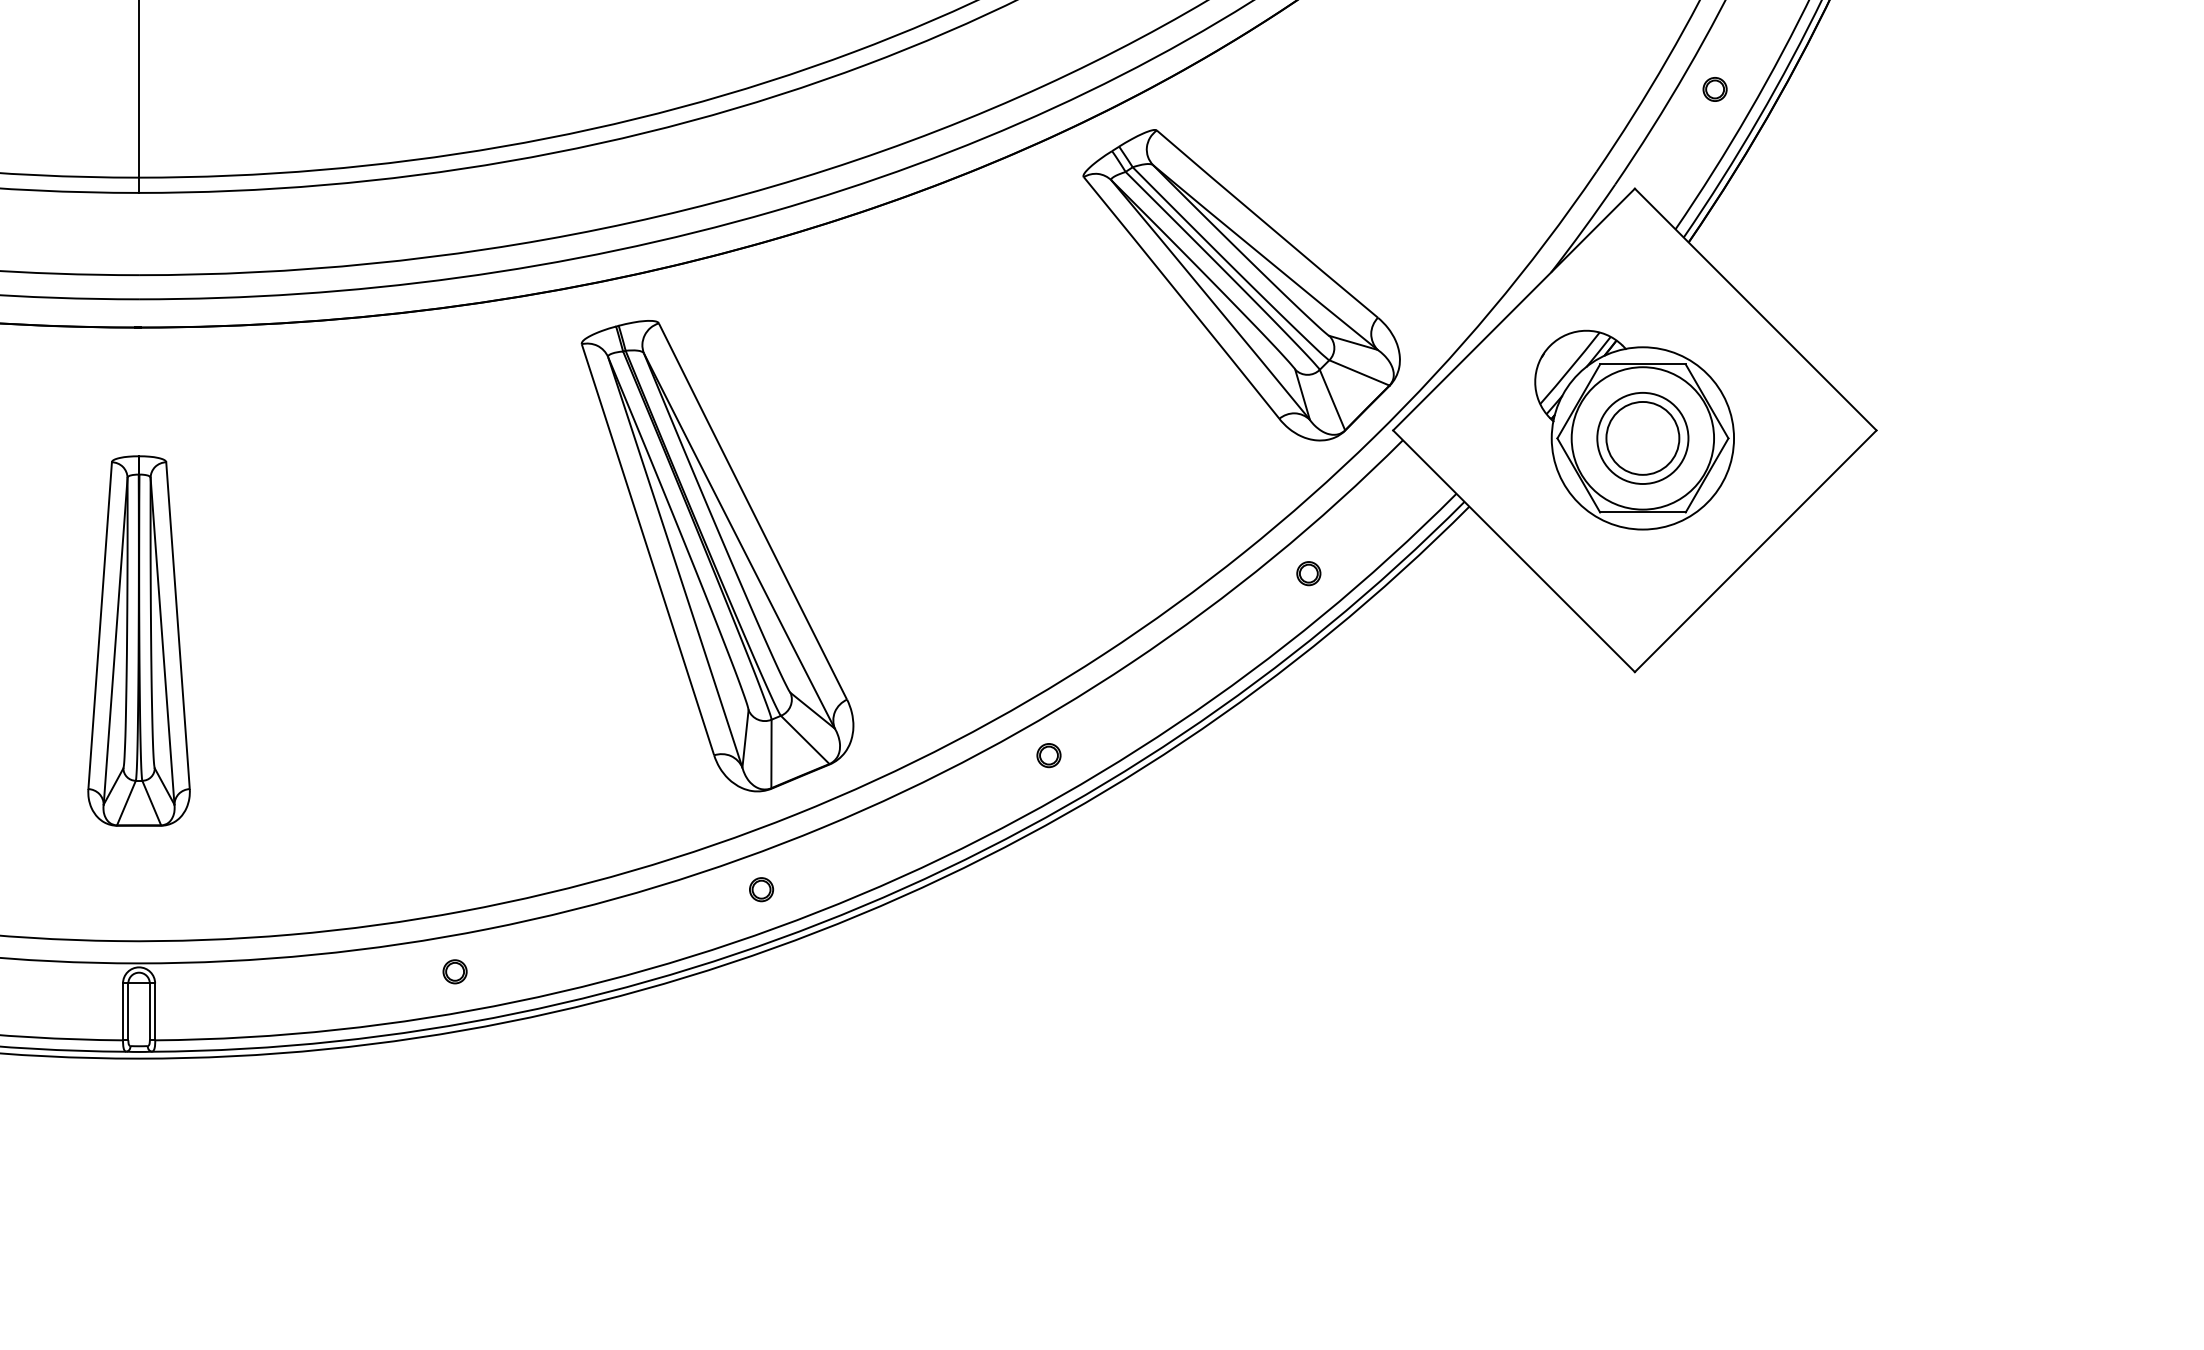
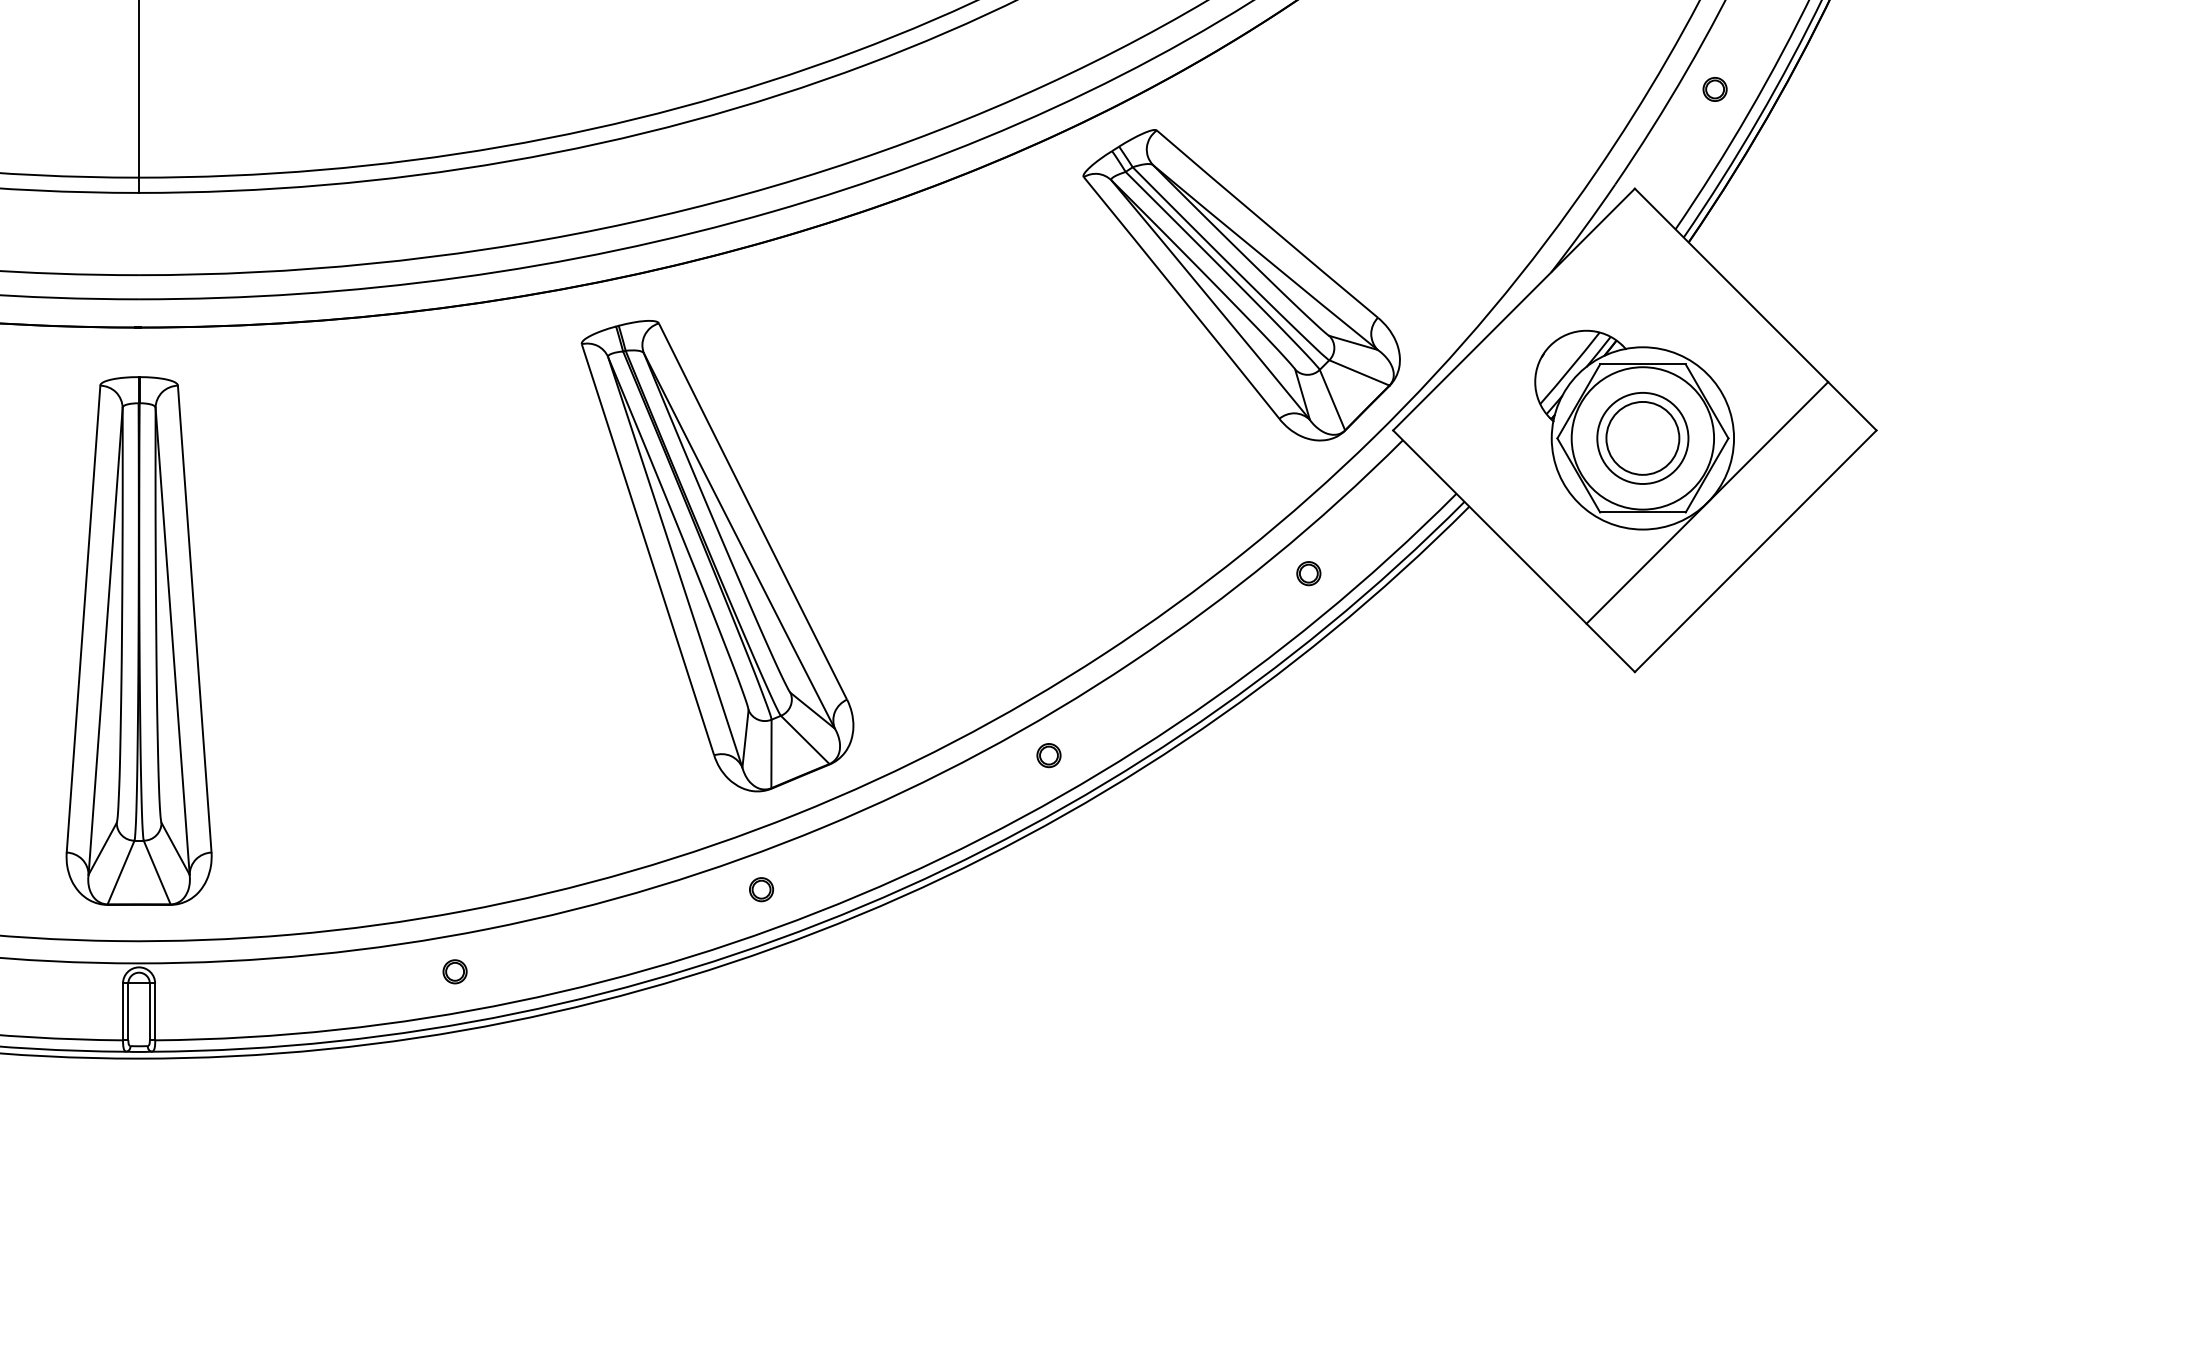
line at (1707, 502): none -> present
part at (138, 640) size: 104x372 px -> 148x530 px
